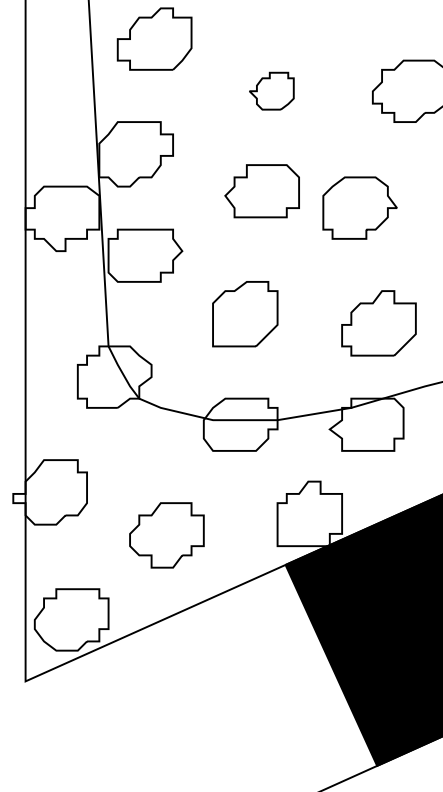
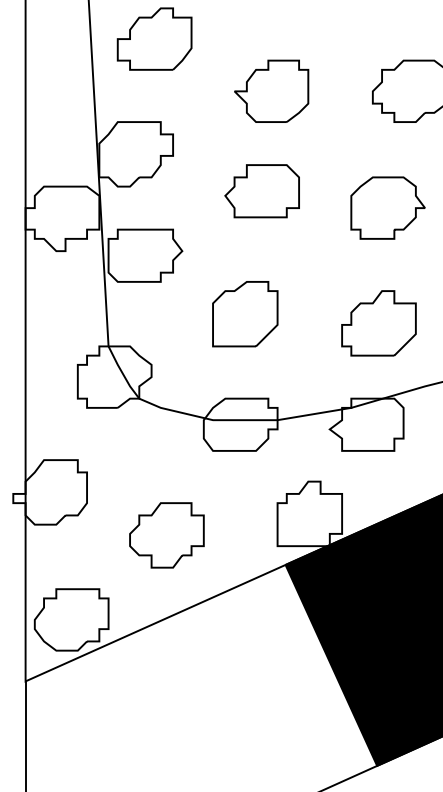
part at (271, 90) size: 46x40 px -> 76x64 px
part at (359, 207) position: (359, 207) -> (387, 207)
line at (25, 734): none -> present
